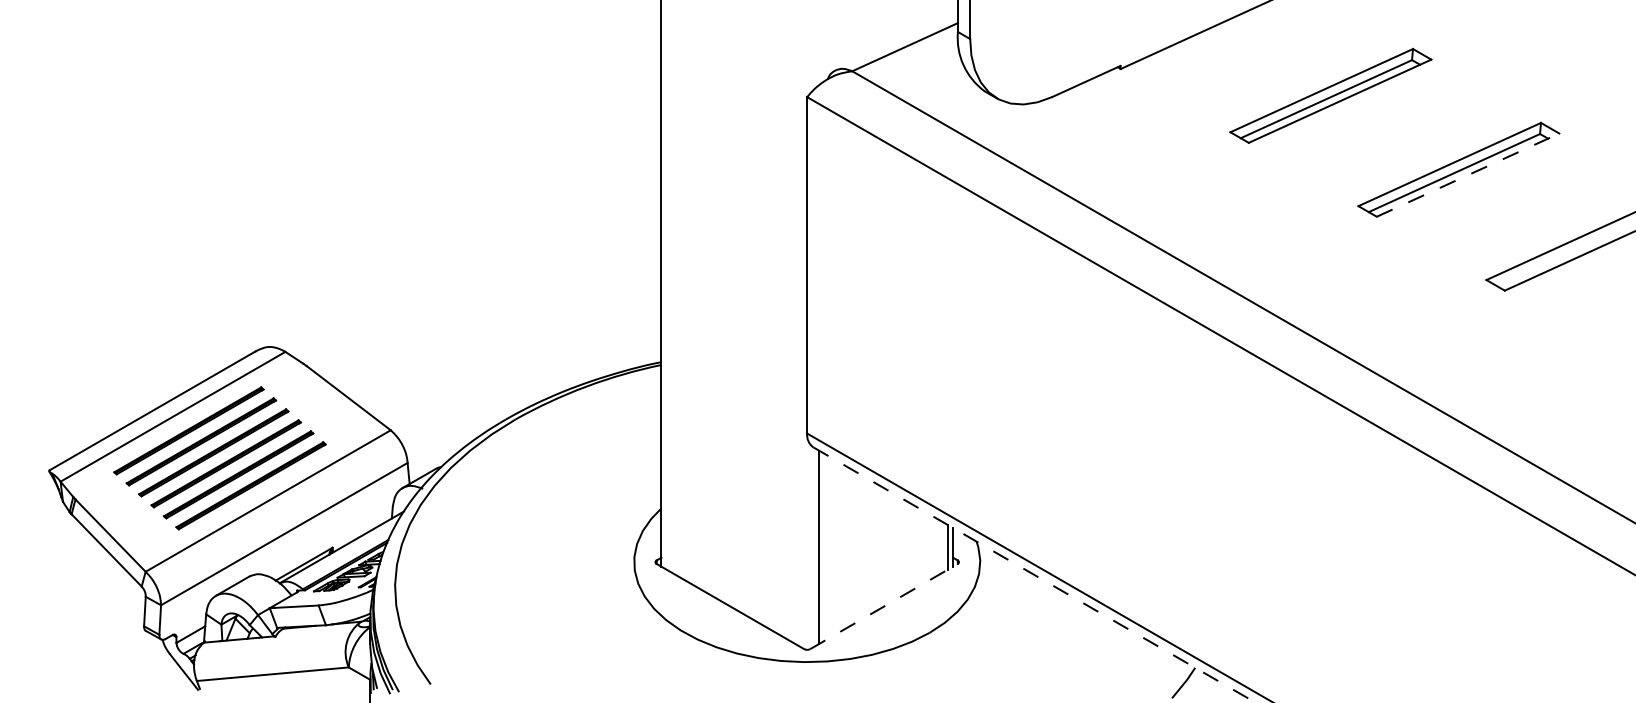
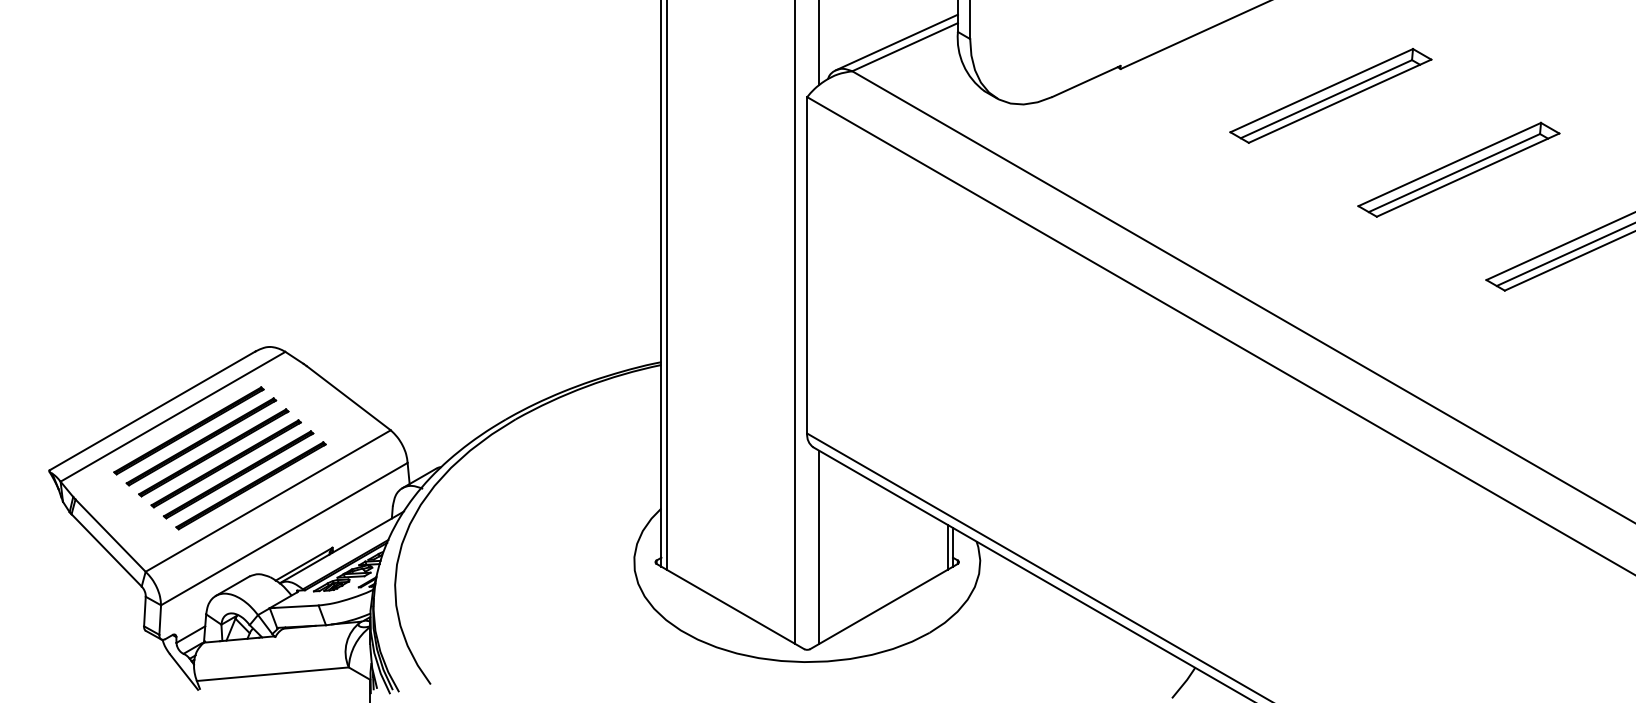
line at (896, 42): none -> present
line at (819, 43): none -> present
line at (1468, 174): dashed -> solid
line at (1564, 255): none -> present
line at (666, 285): none -> present
line at (795, 322): none -> present
line at (1034, 575): dashed -> solid
line at (884, 606): dashed -> solid
